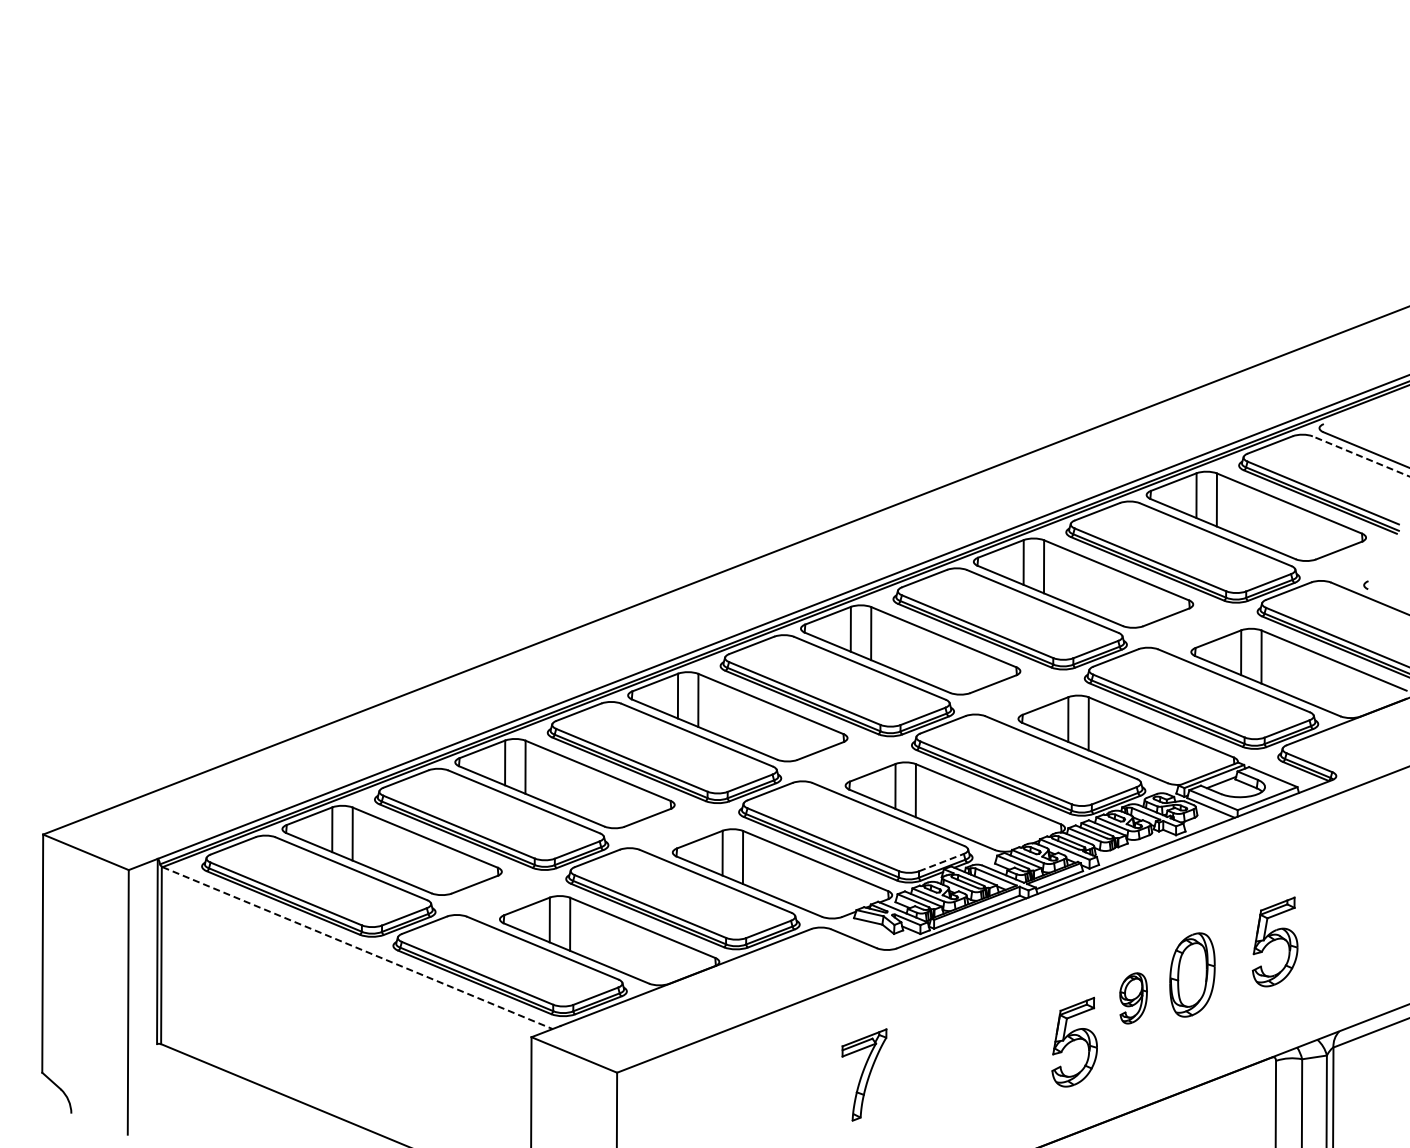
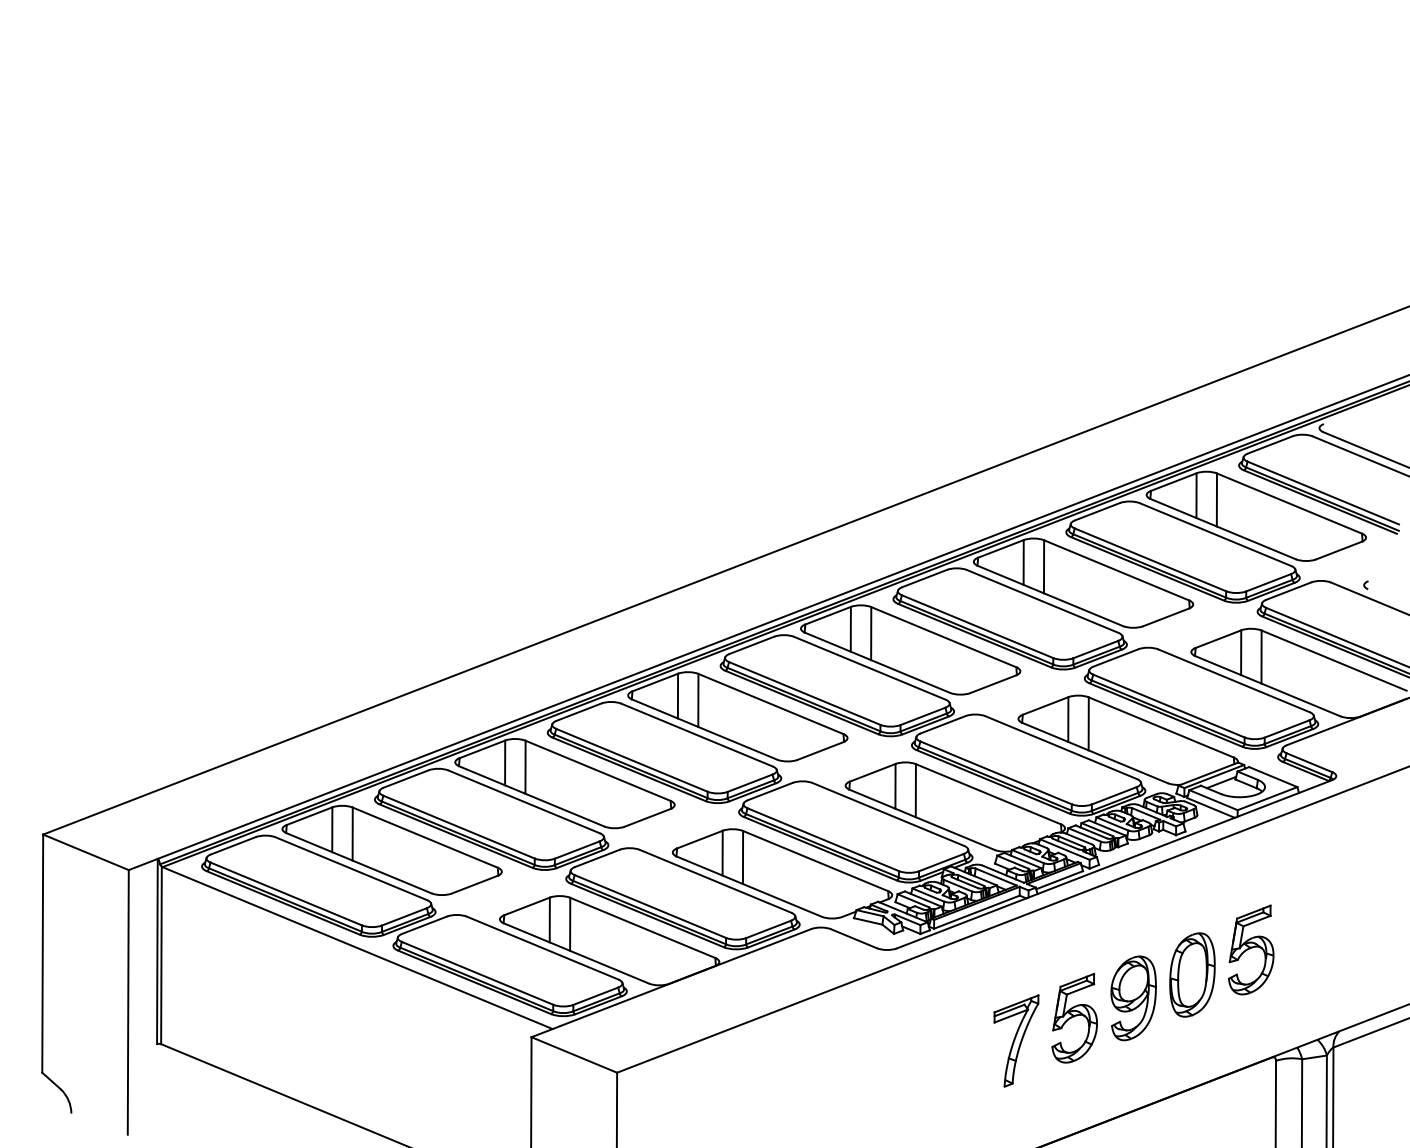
line at (1360, 456): dashed -> solid
line at (941, 862): dashed -> solid
part at (1274, 941) position: (1274, 941) -> (1250, 949)
line at (358, 948): dashed -> solid
part at (1133, 998) size: 29x53 px -> 47x87 px
part at (1074, 1041) position: (1074, 1041) -> (1074, 1017)
part at (864, 1074) position: (864, 1074) -> (1016, 1040)
